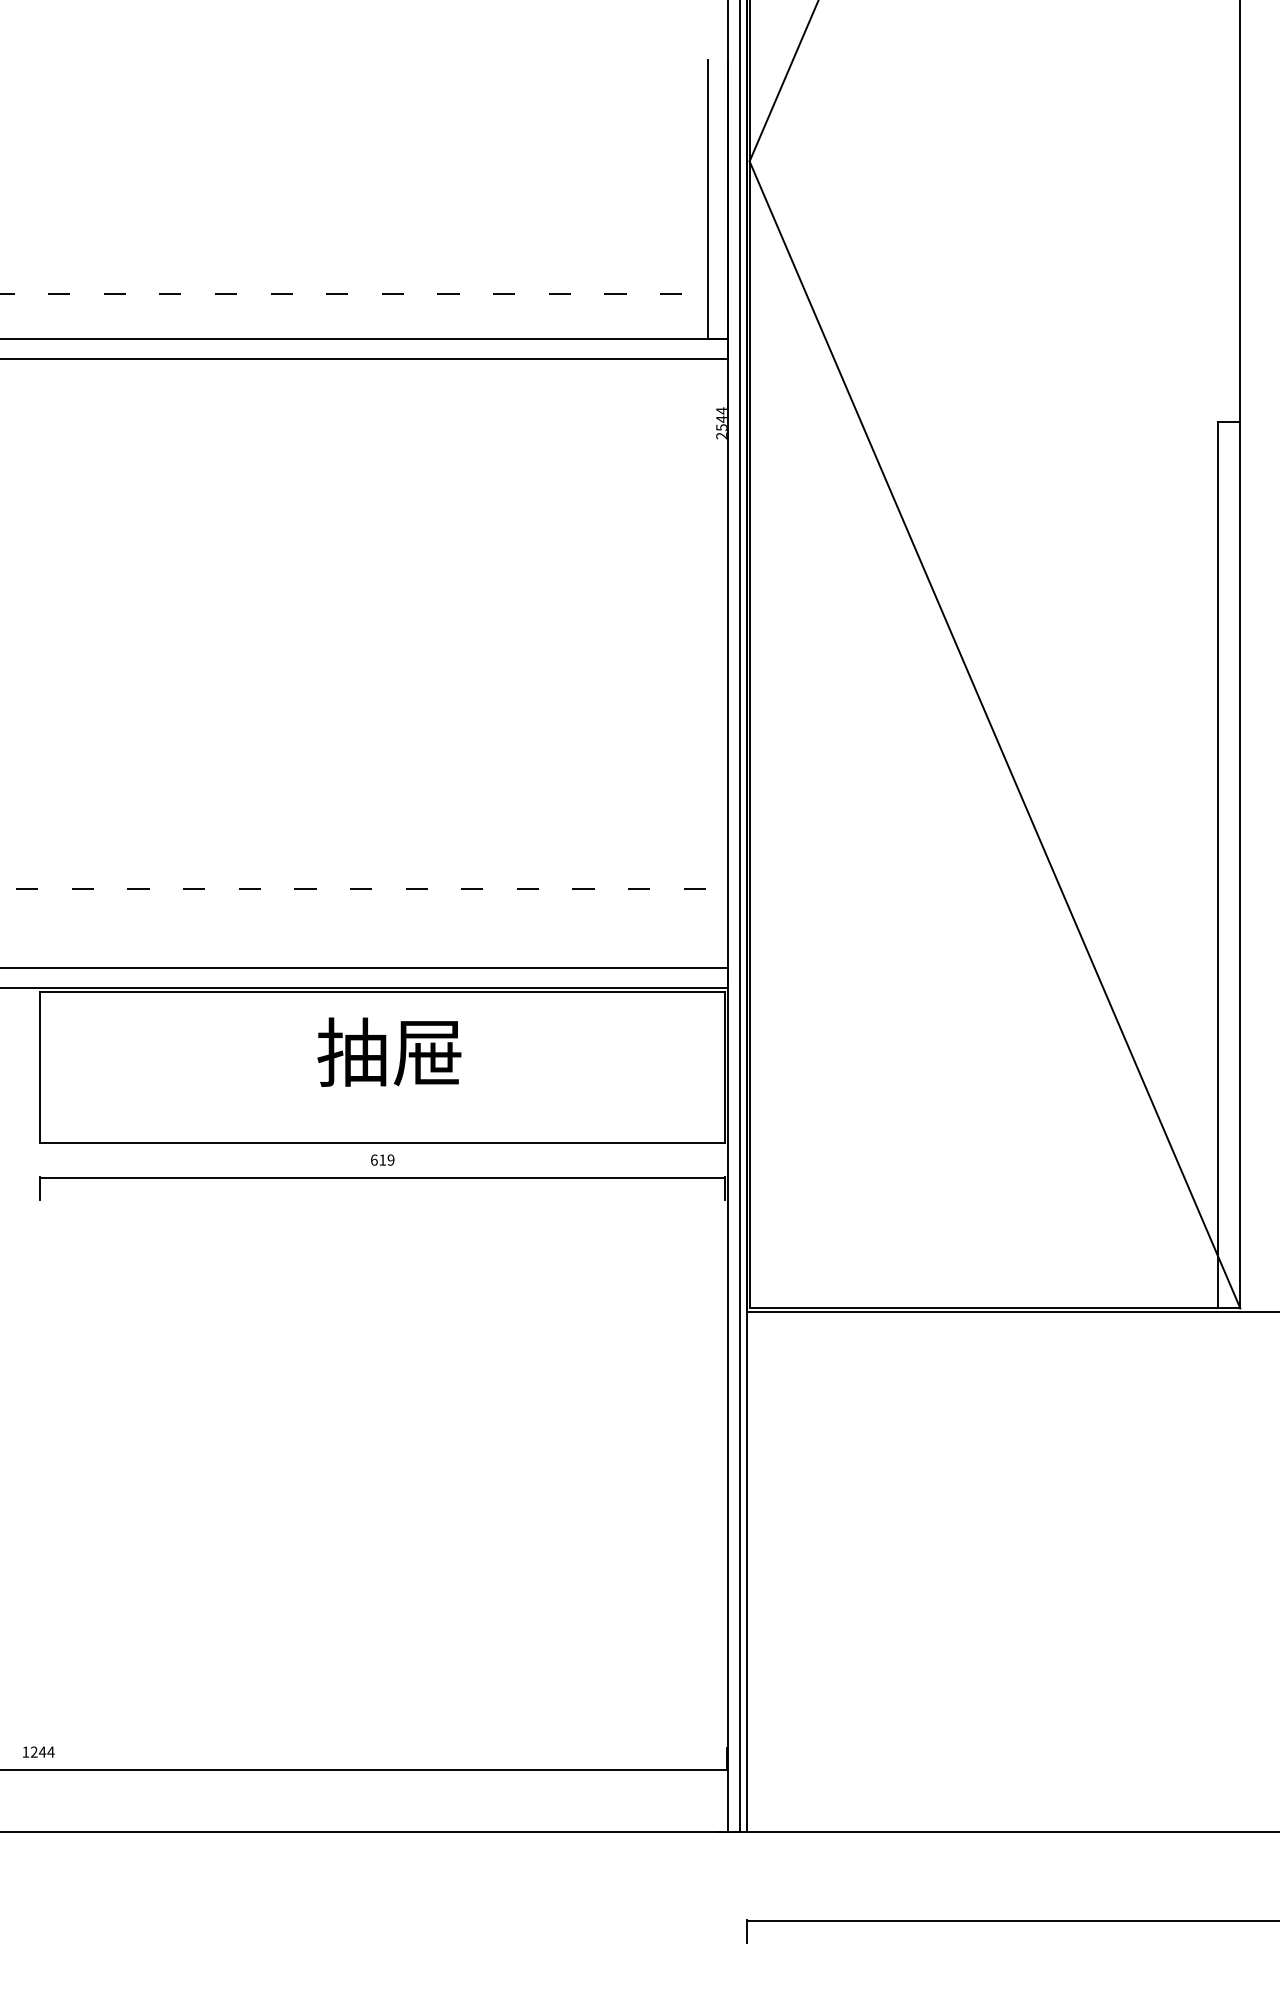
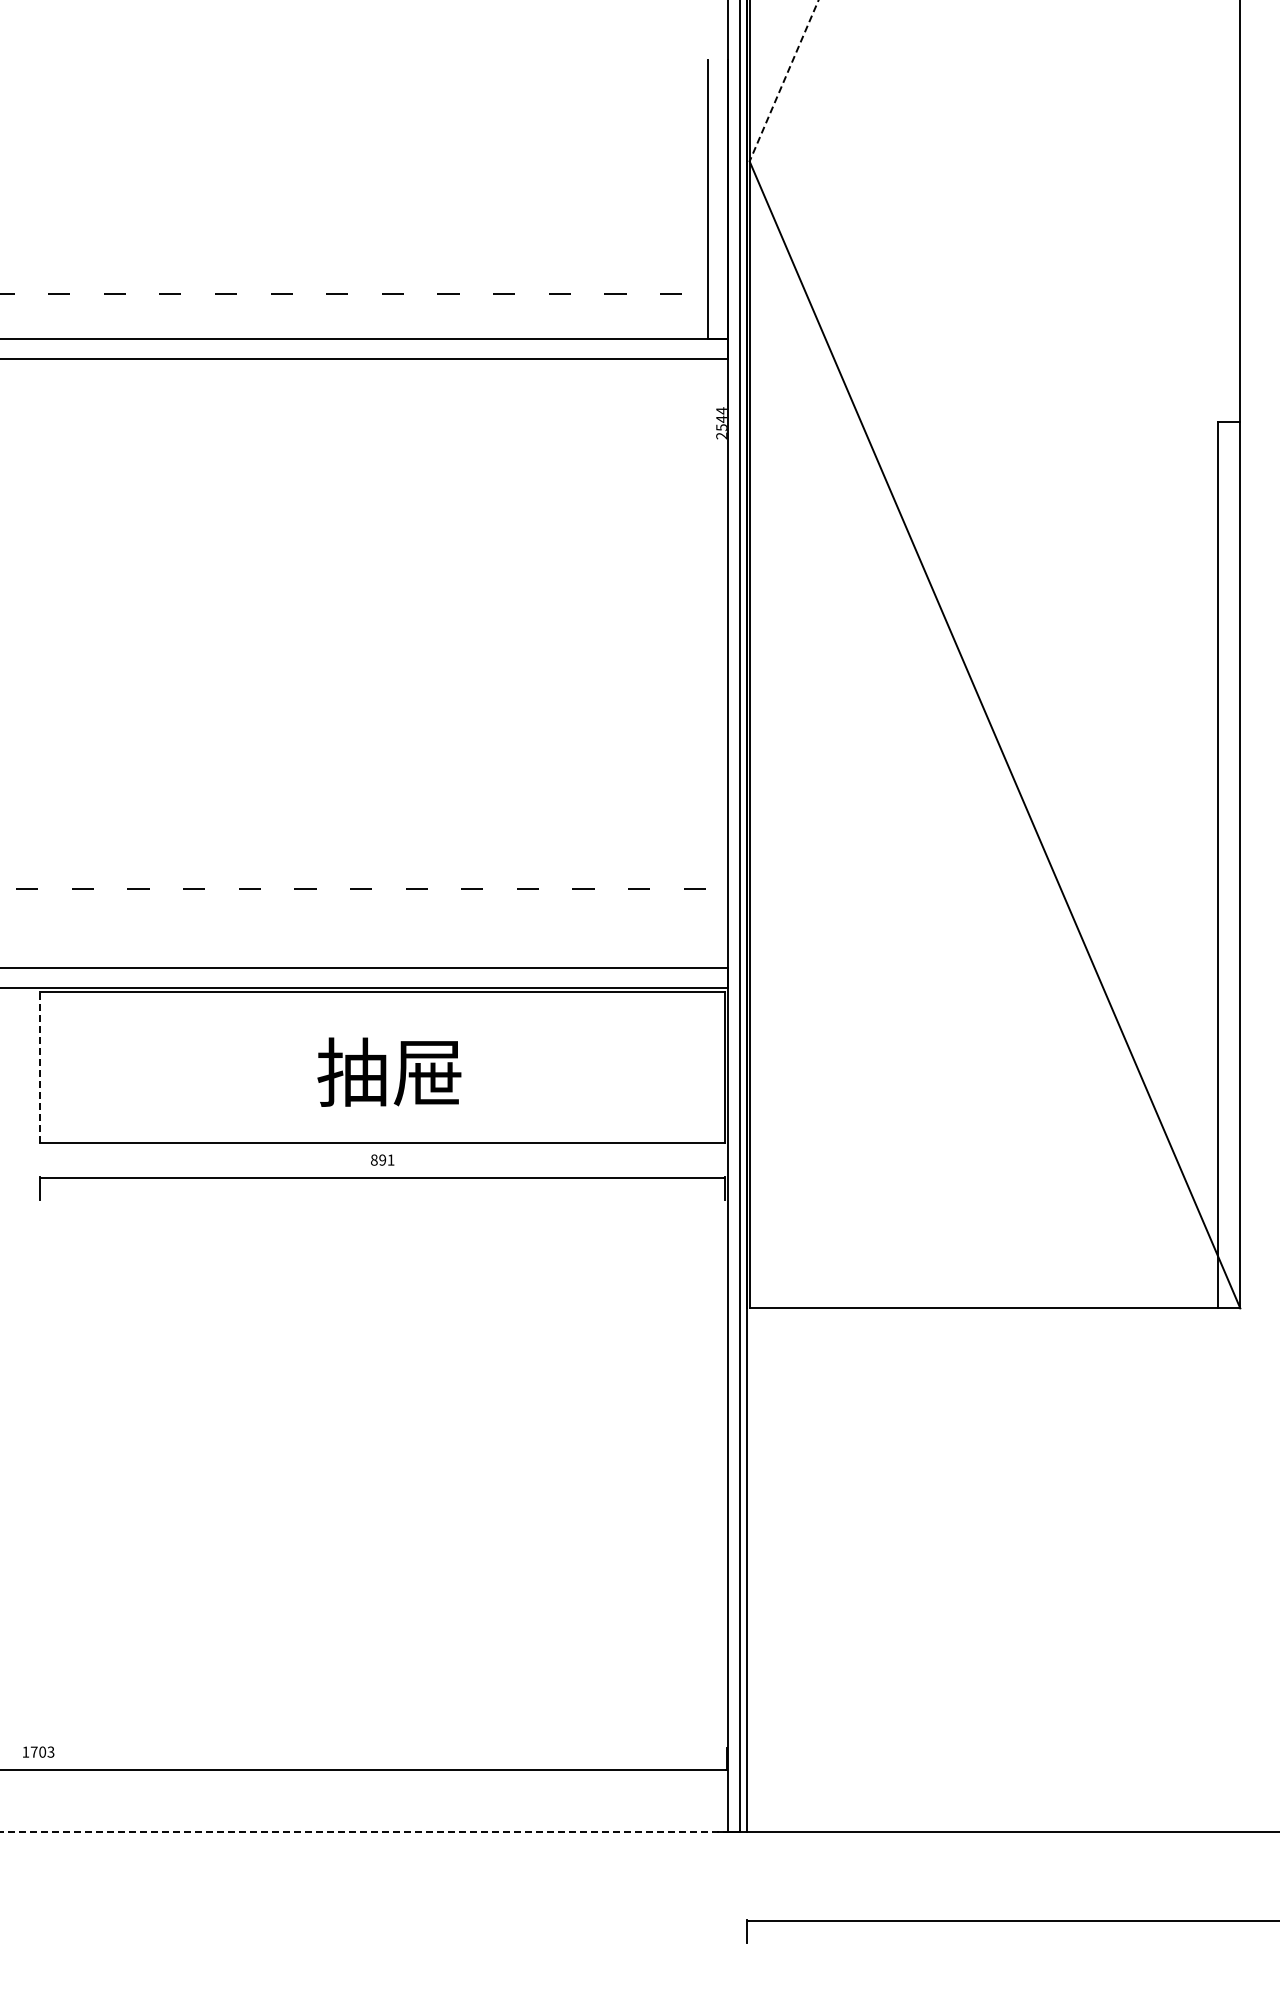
line at (783, 81): solid -> dashed
text at (389, 1051) position: (389, 1051) -> (389, 1071)
line at (40, 1067): solid -> dashed
text at (382, 1159): 619 -> 891
line at (1011, 1311): present -> none
text at (42, 1751): 1244 -> 1703
line at (363, 1832): solid -> dashed
